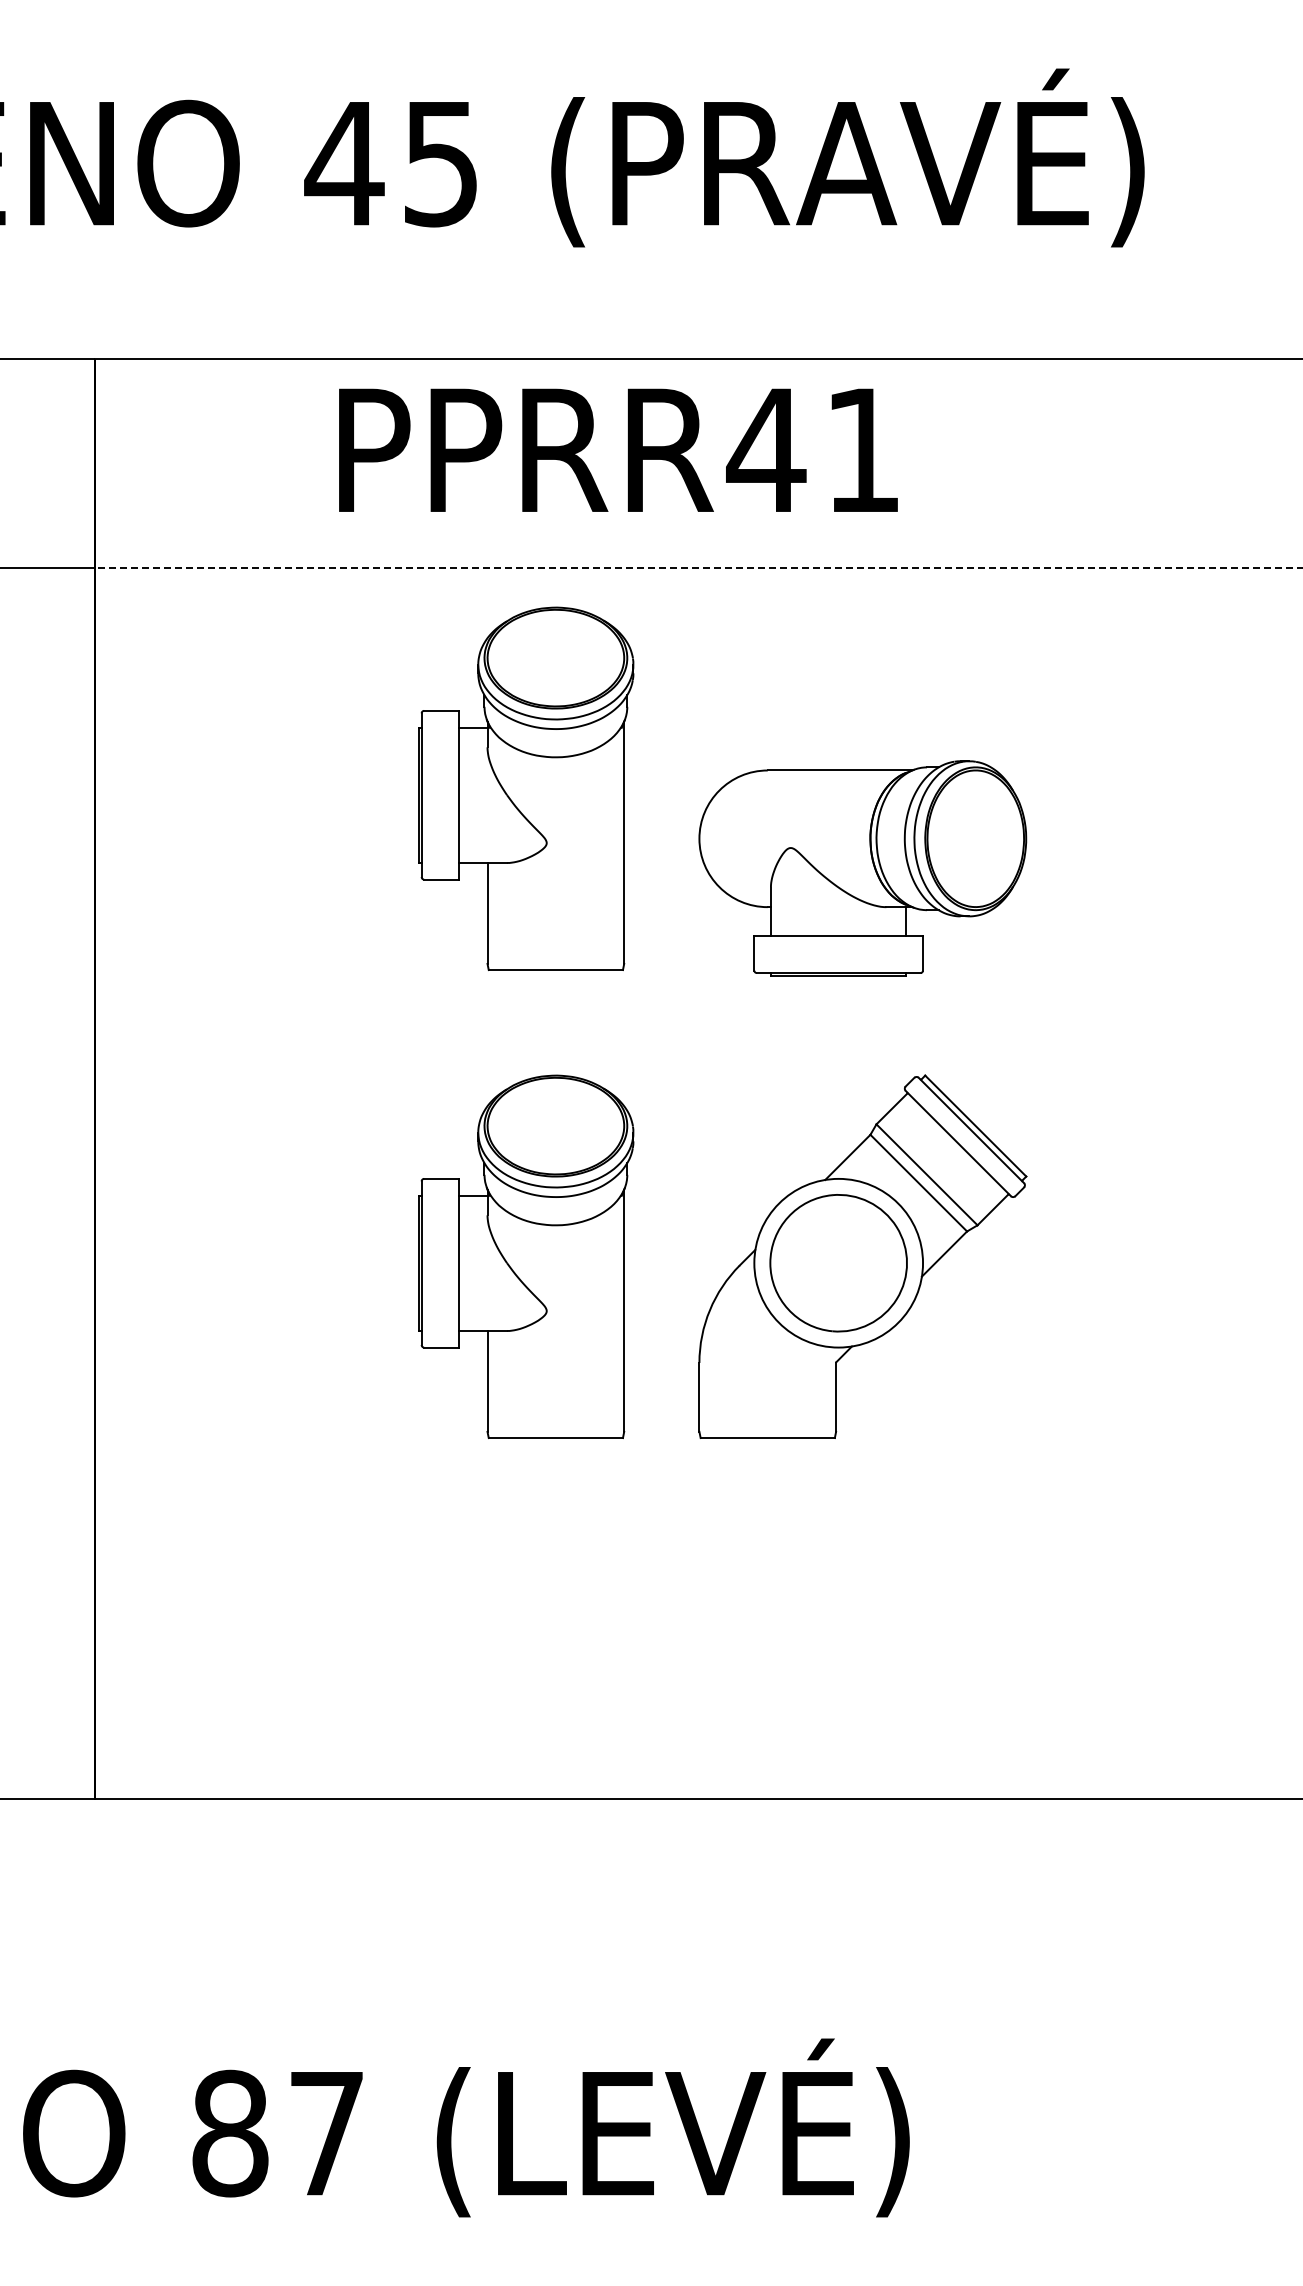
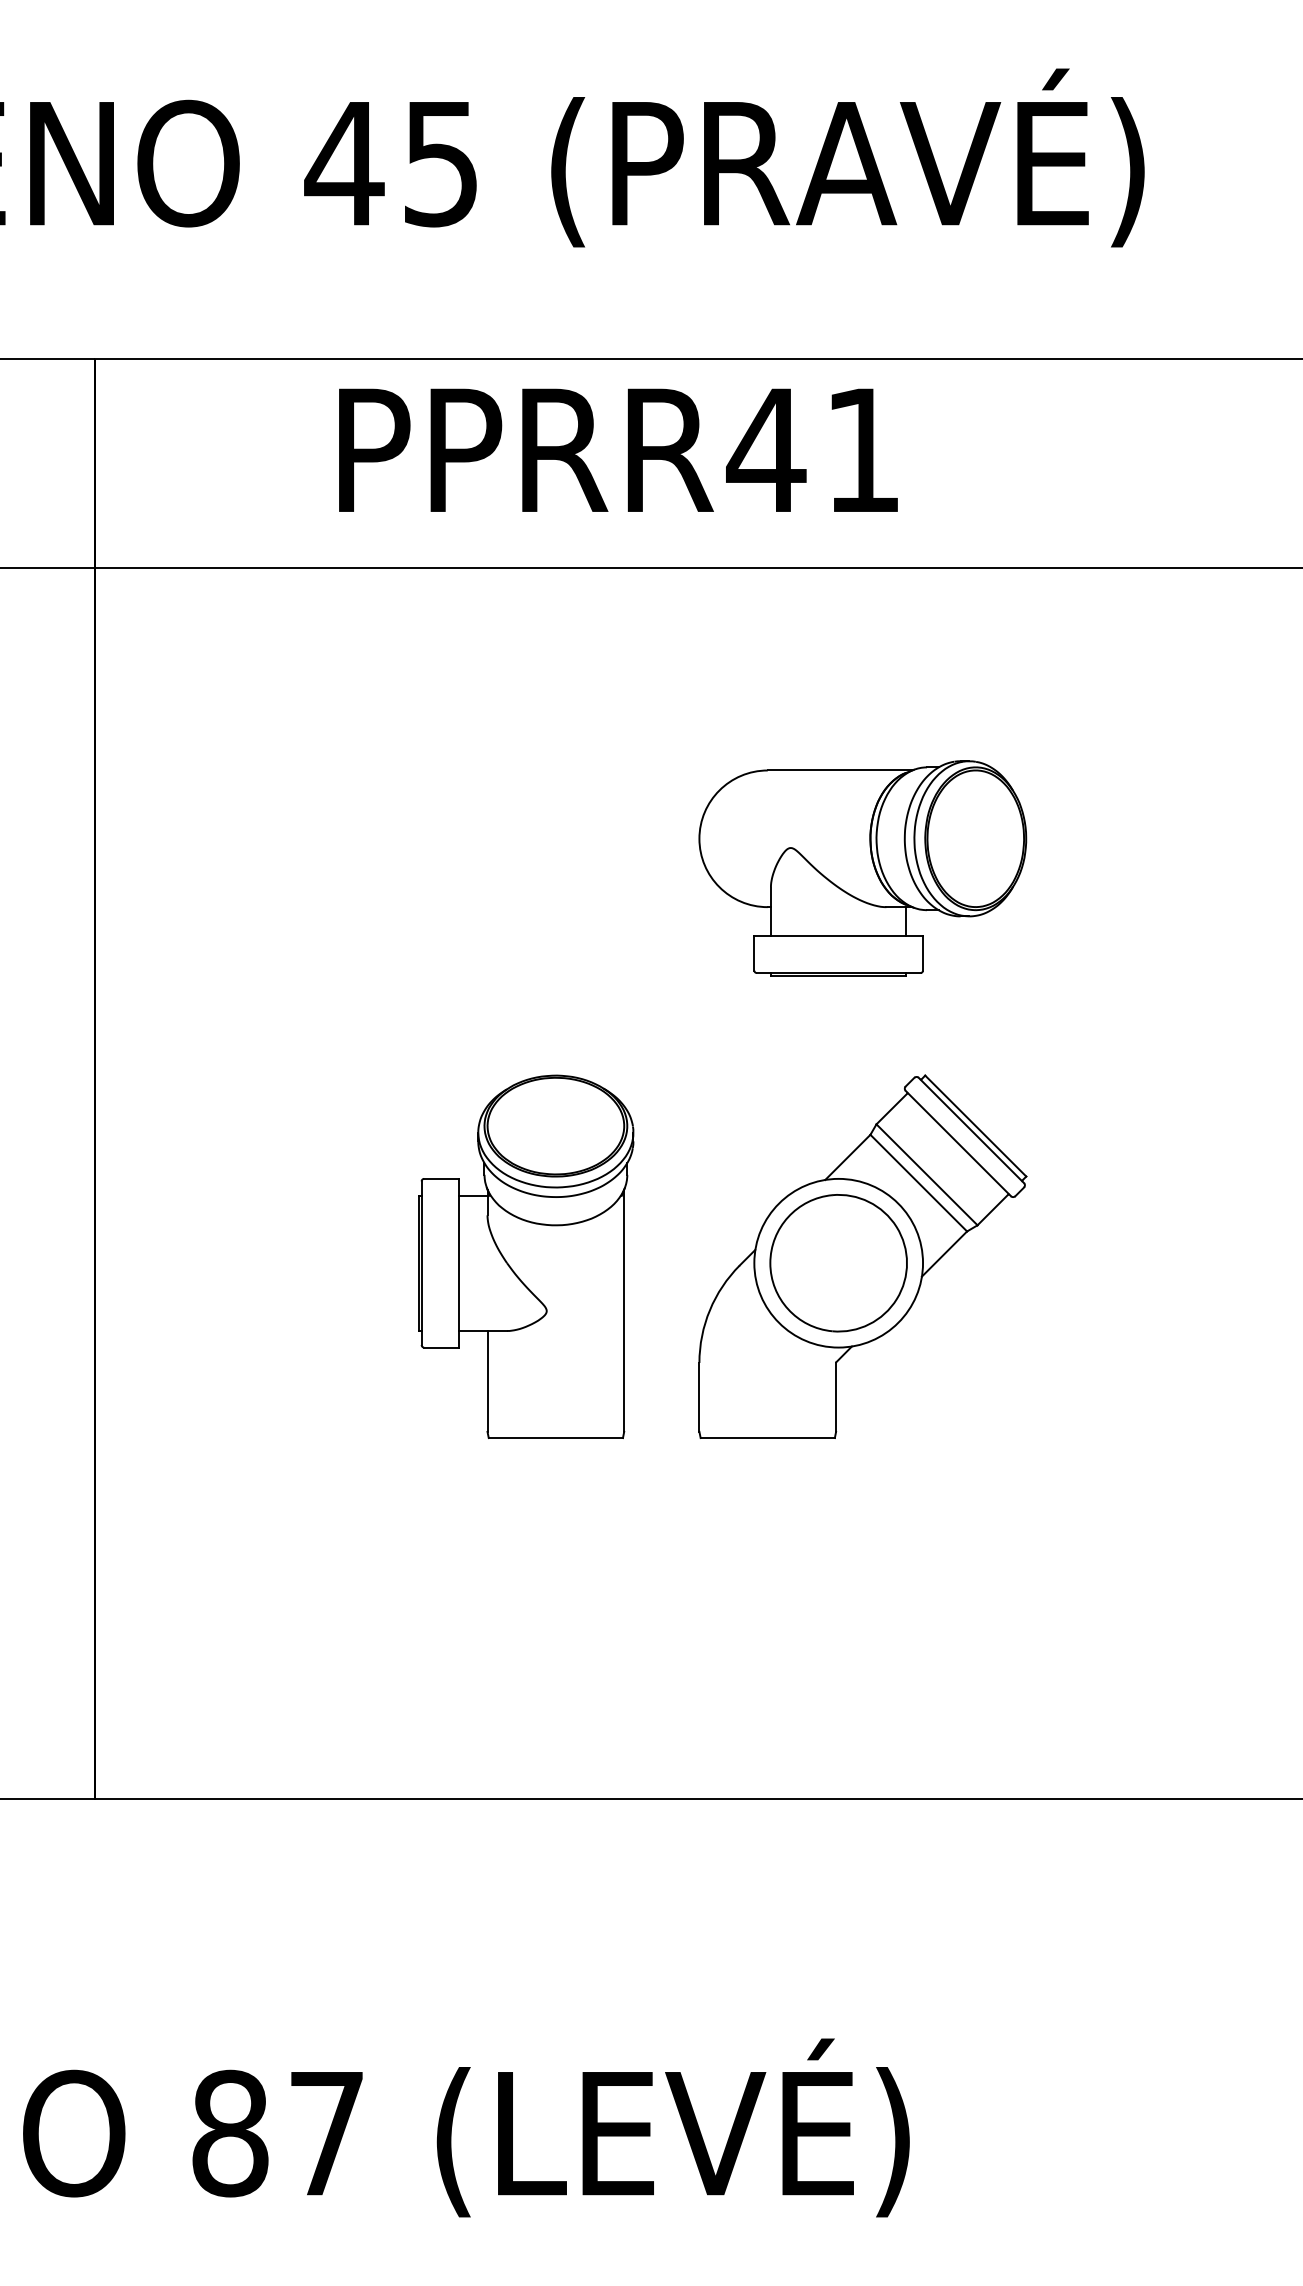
line at (698, 568): dashed -> solid
part at (526, 788): present -> none
